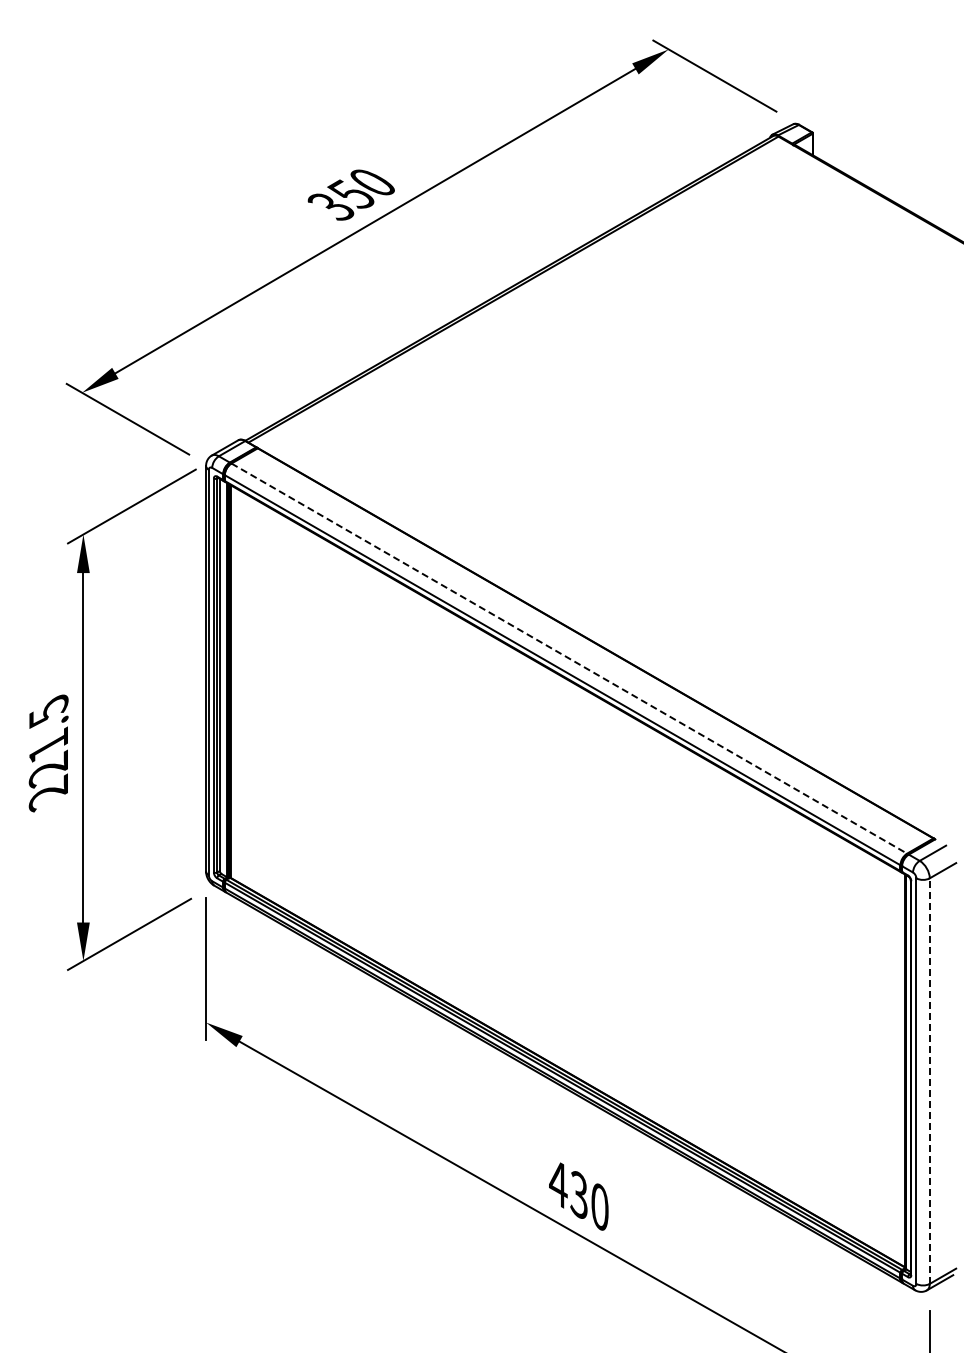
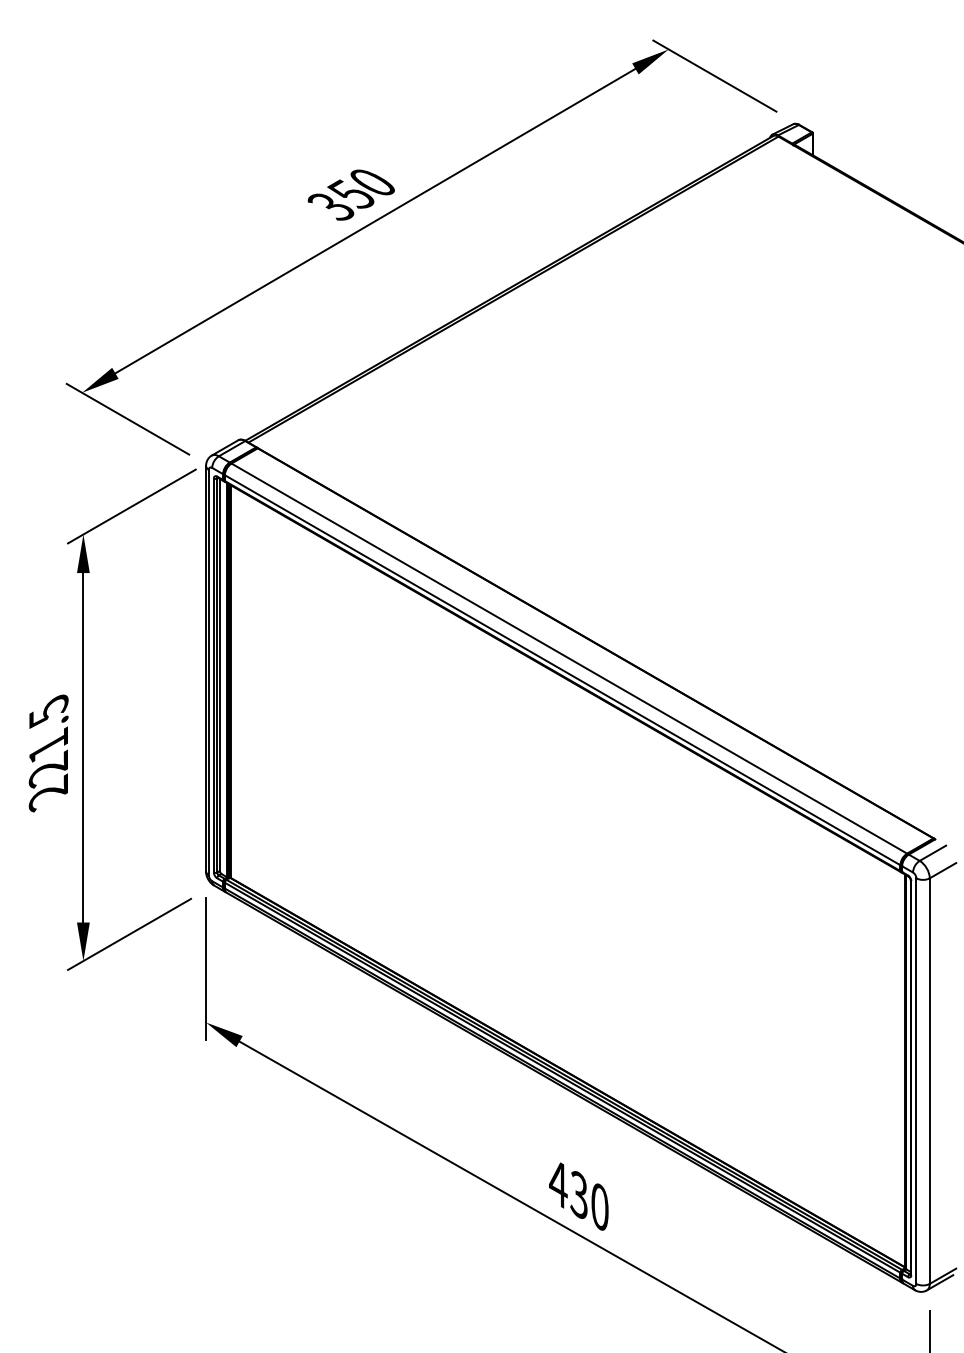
line at (569, 658): dashed -> solid
line at (929, 1081): dashed -> solid
